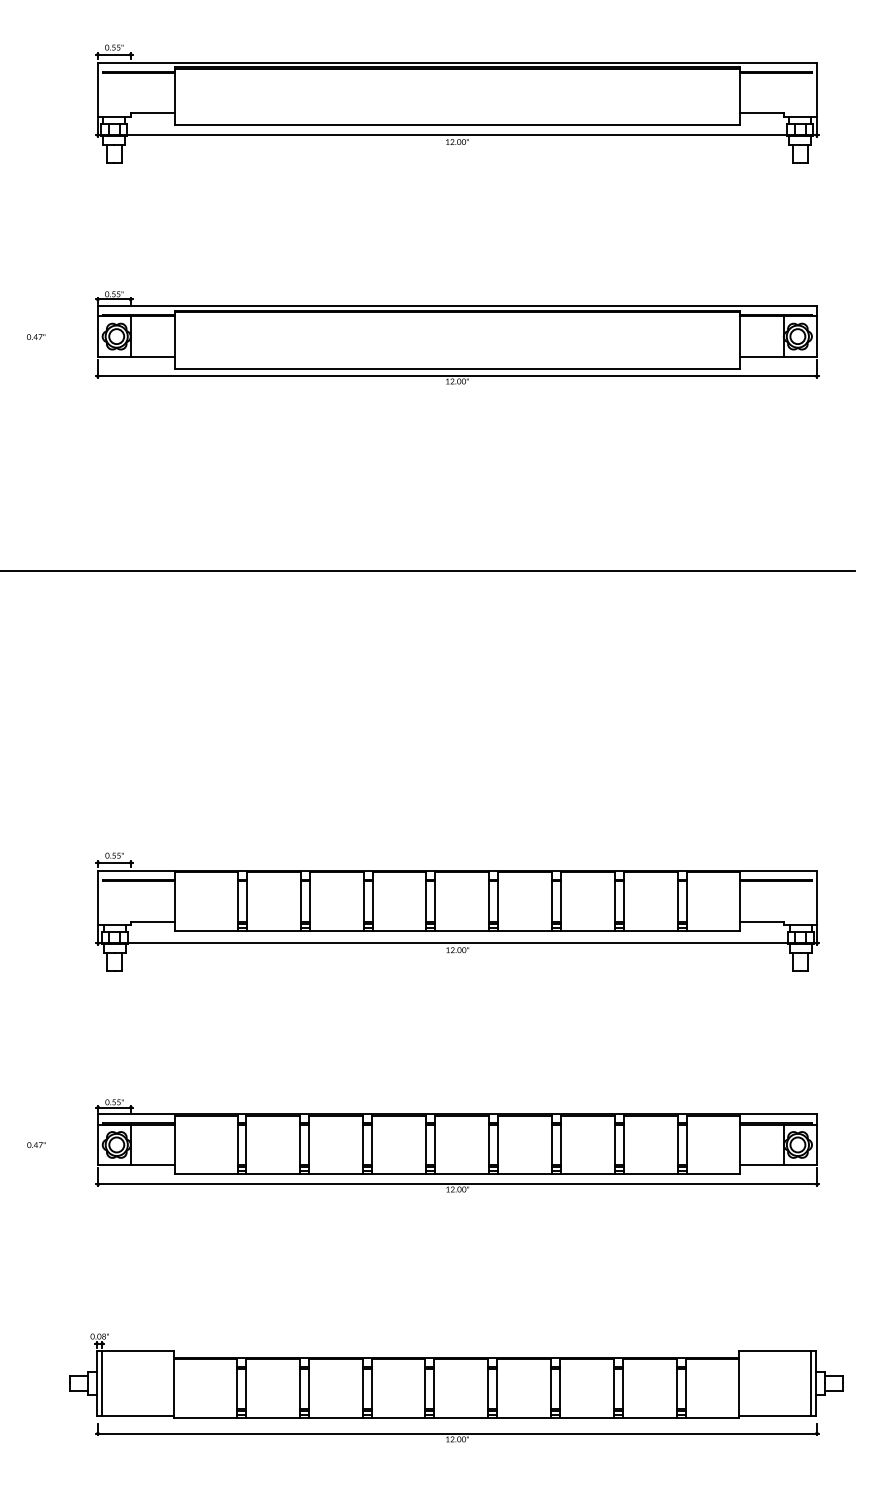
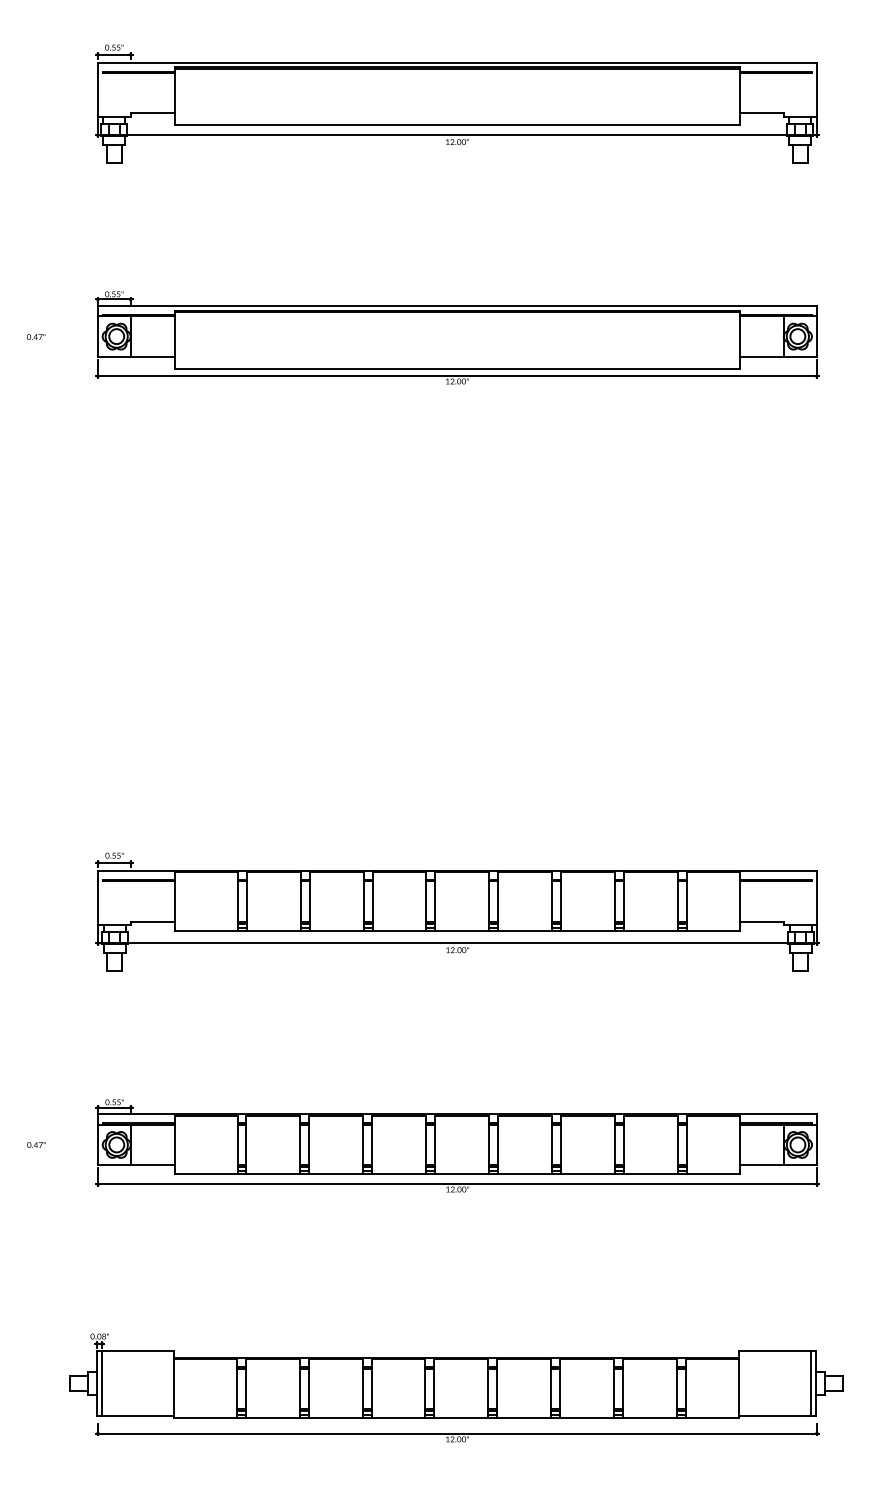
line at (428, 570): present -> none
